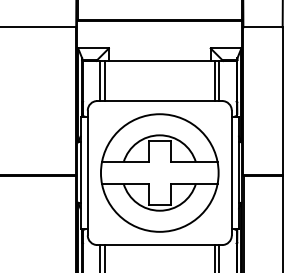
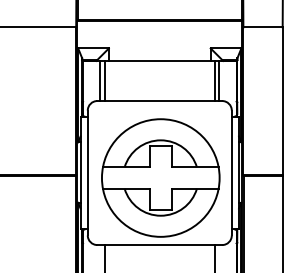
part at (159, 172) position: (159, 172) -> (160, 177)
line at (100, 257): present -> none
line at (219, 257): present -> none
